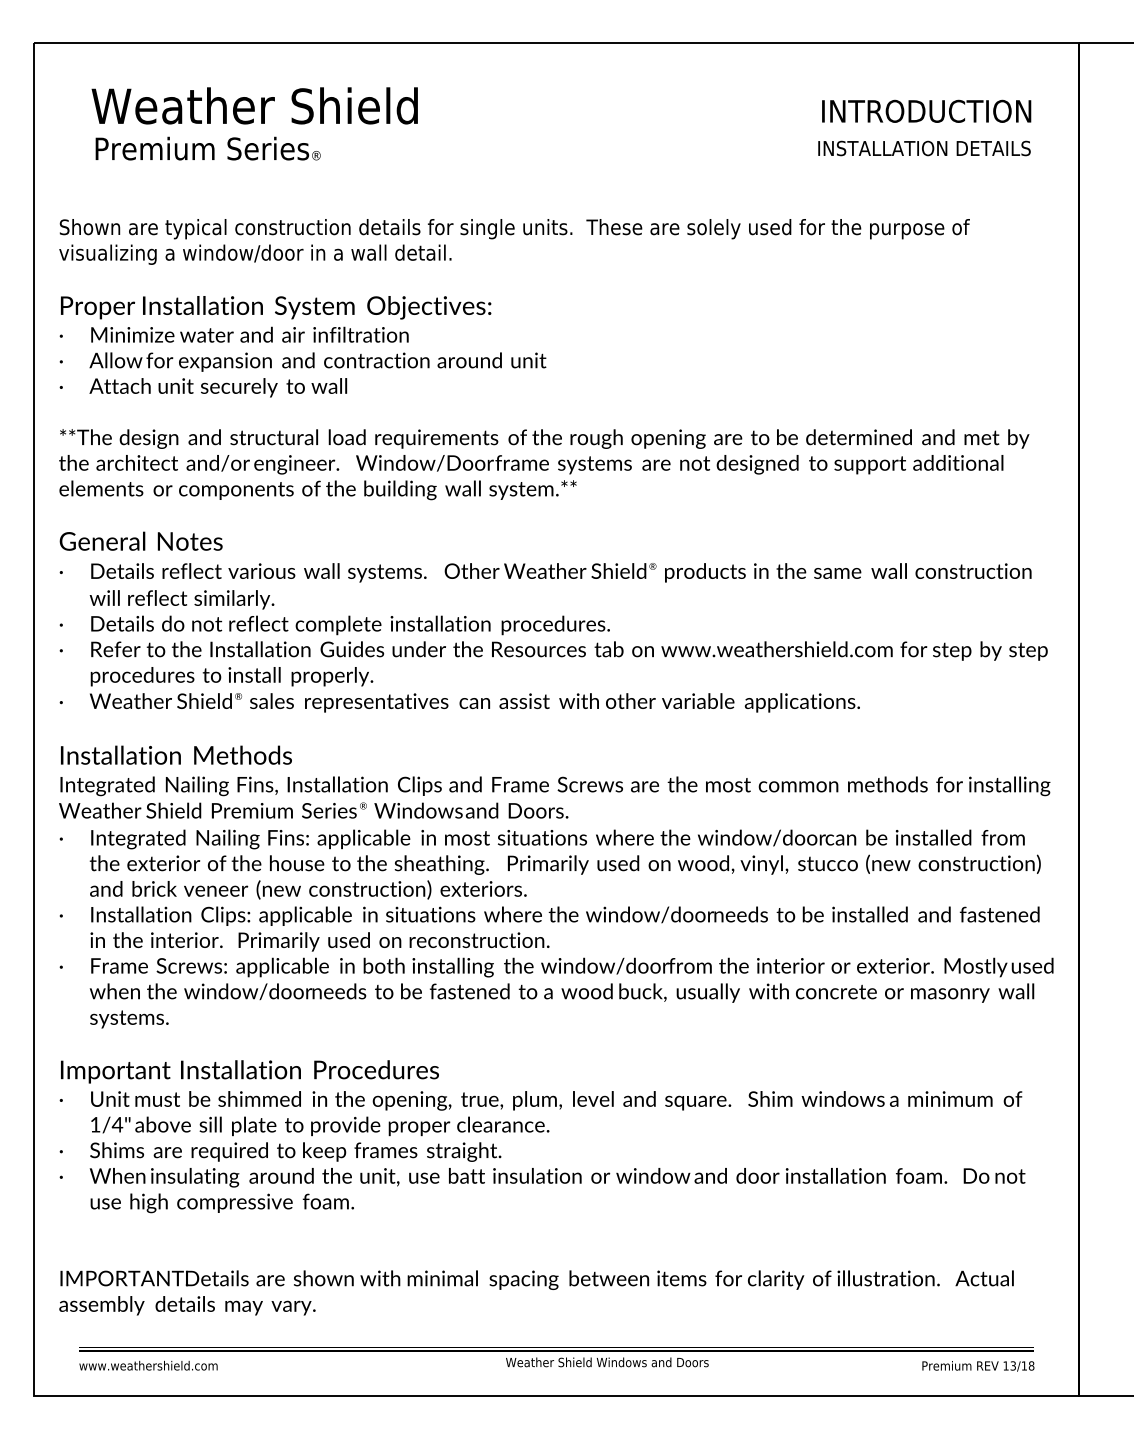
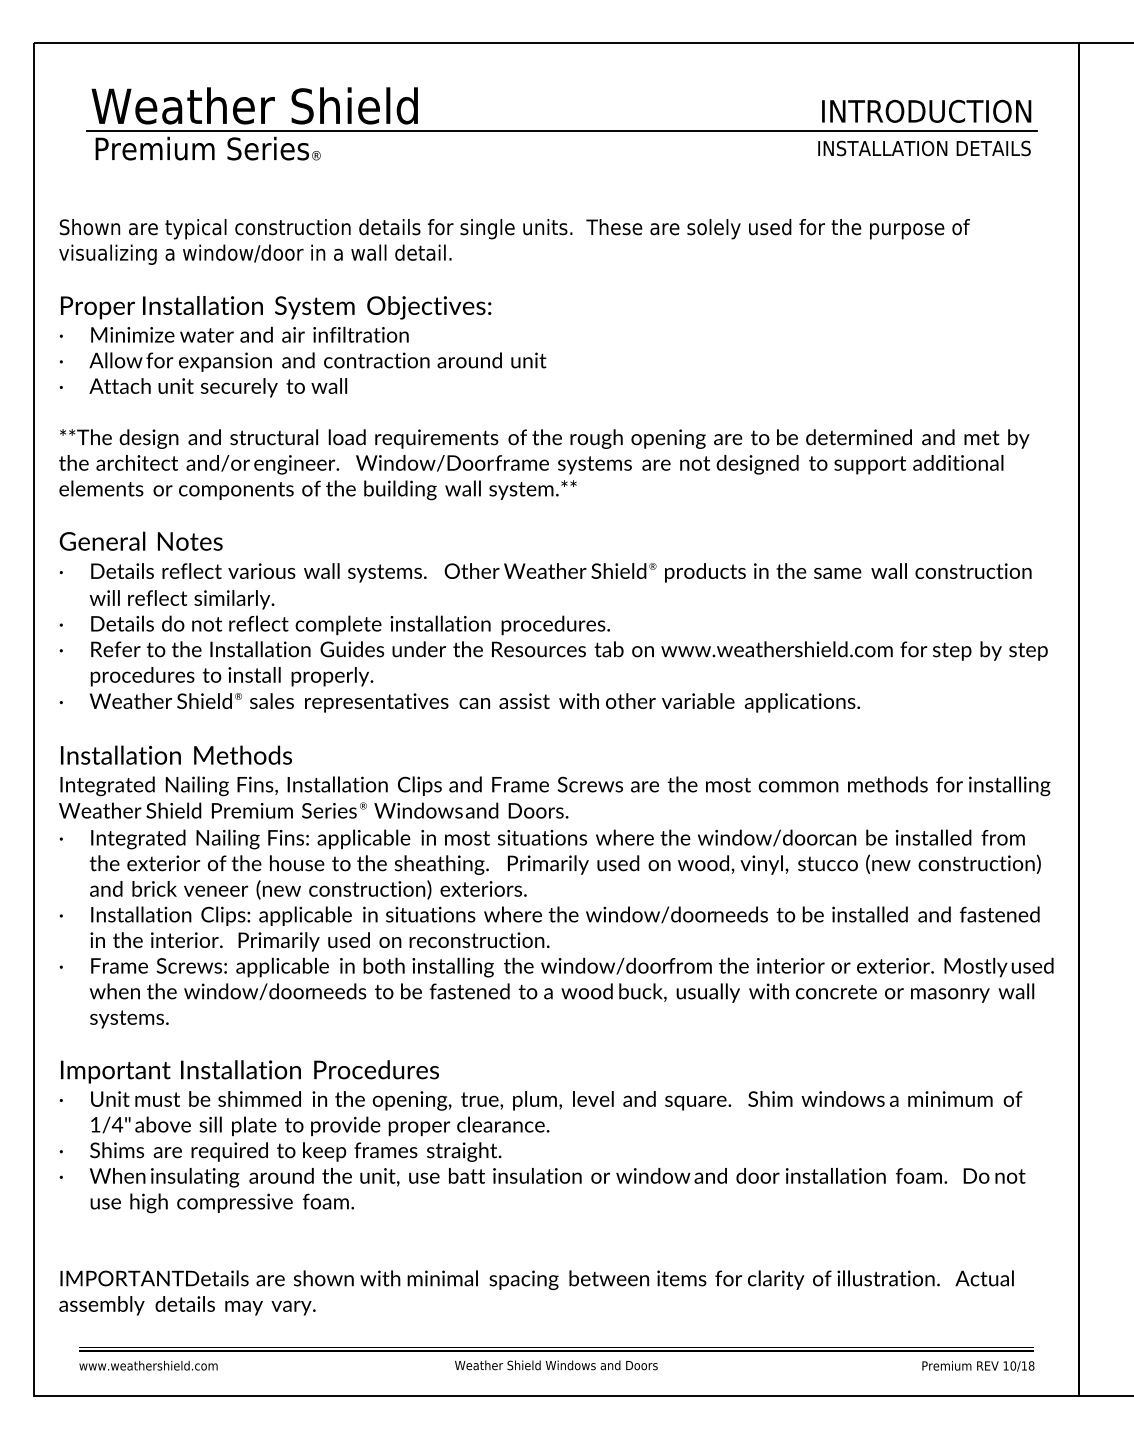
line at (561, 130): none -> present
text at (607, 1362) position: (607, 1362) -> (556, 1365)
text at (1013, 1365): 13/18 -> 10/18
